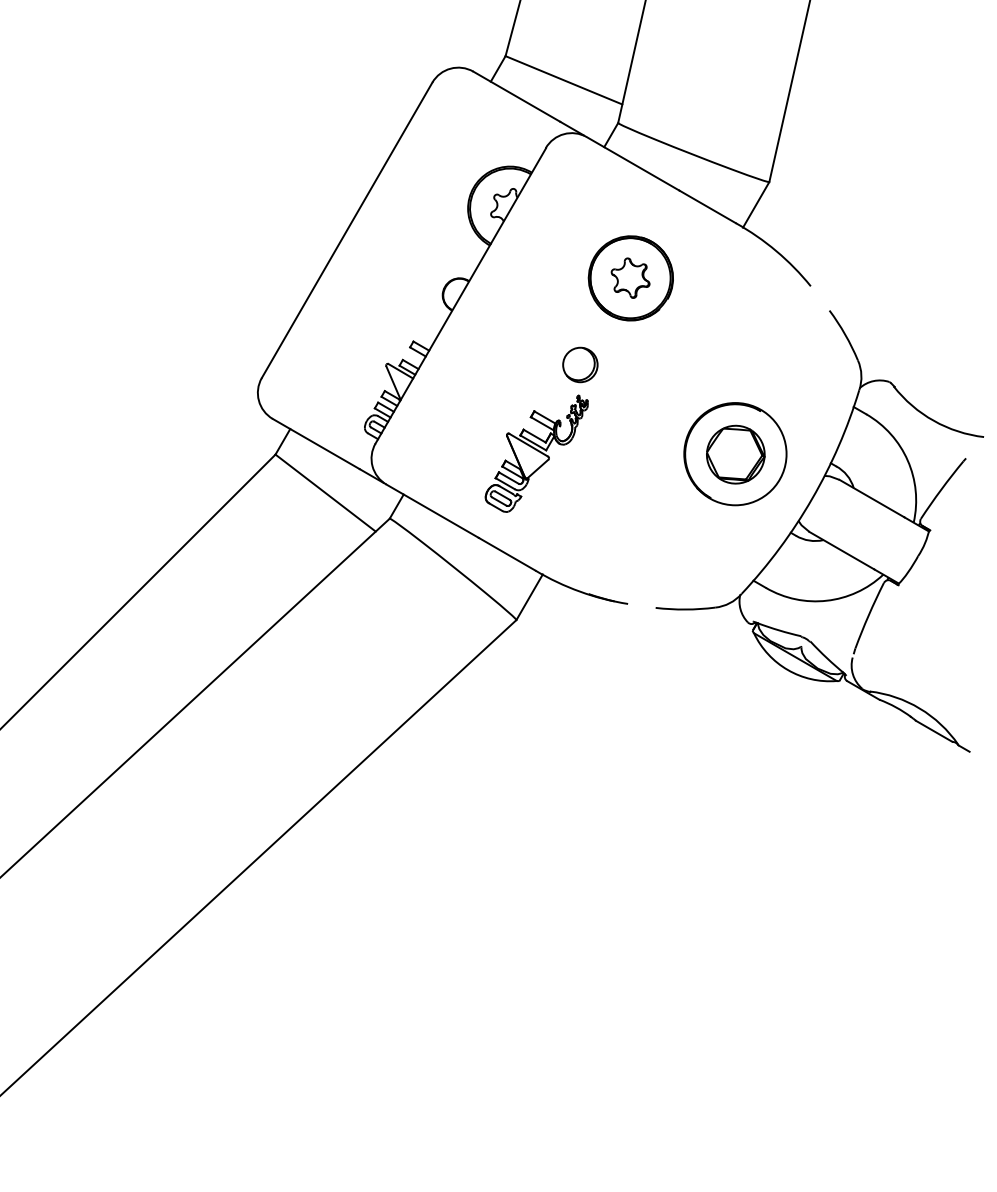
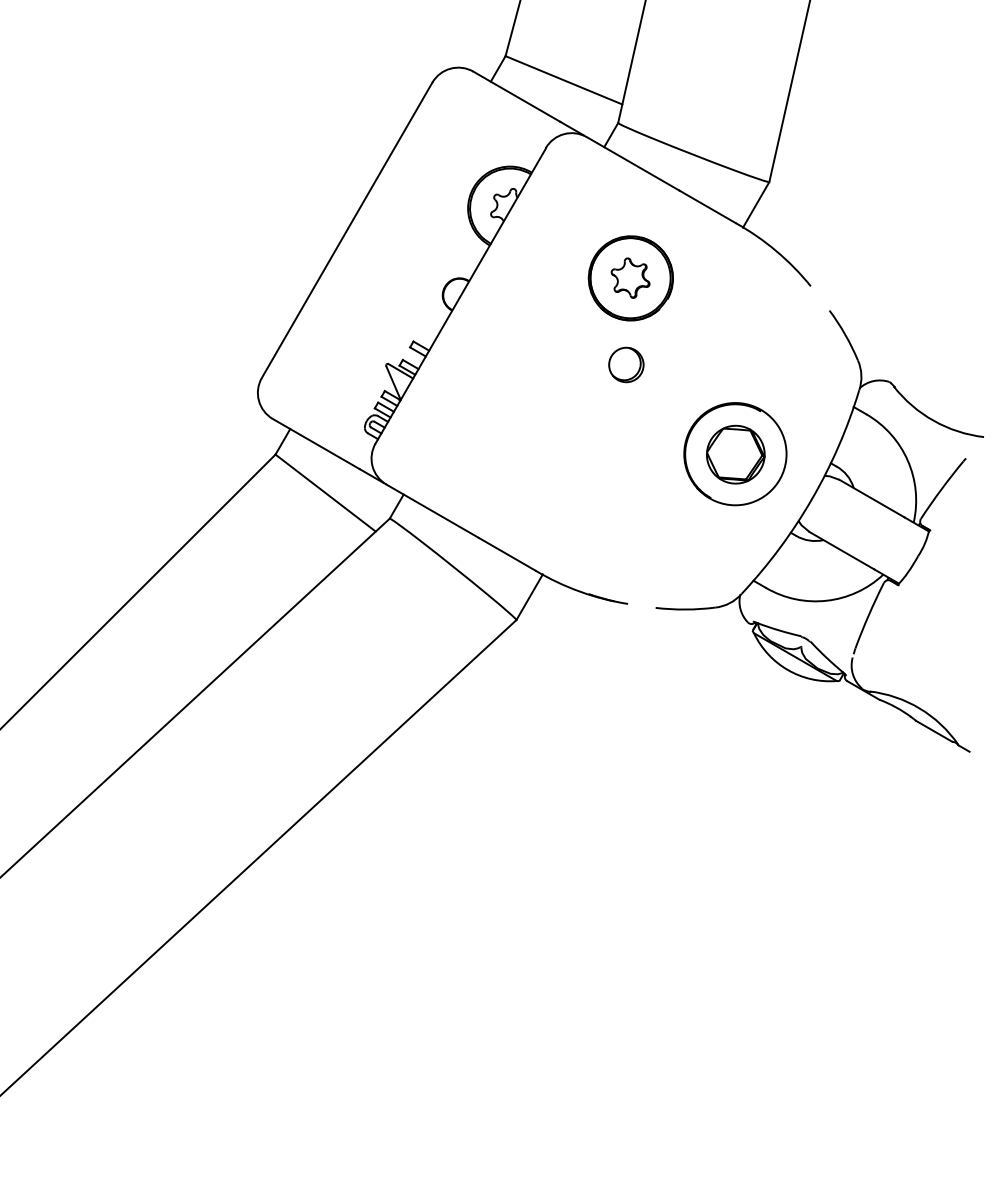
part at (580, 364) position: (580, 364) -> (626, 364)
part at (536, 453): present -> none
